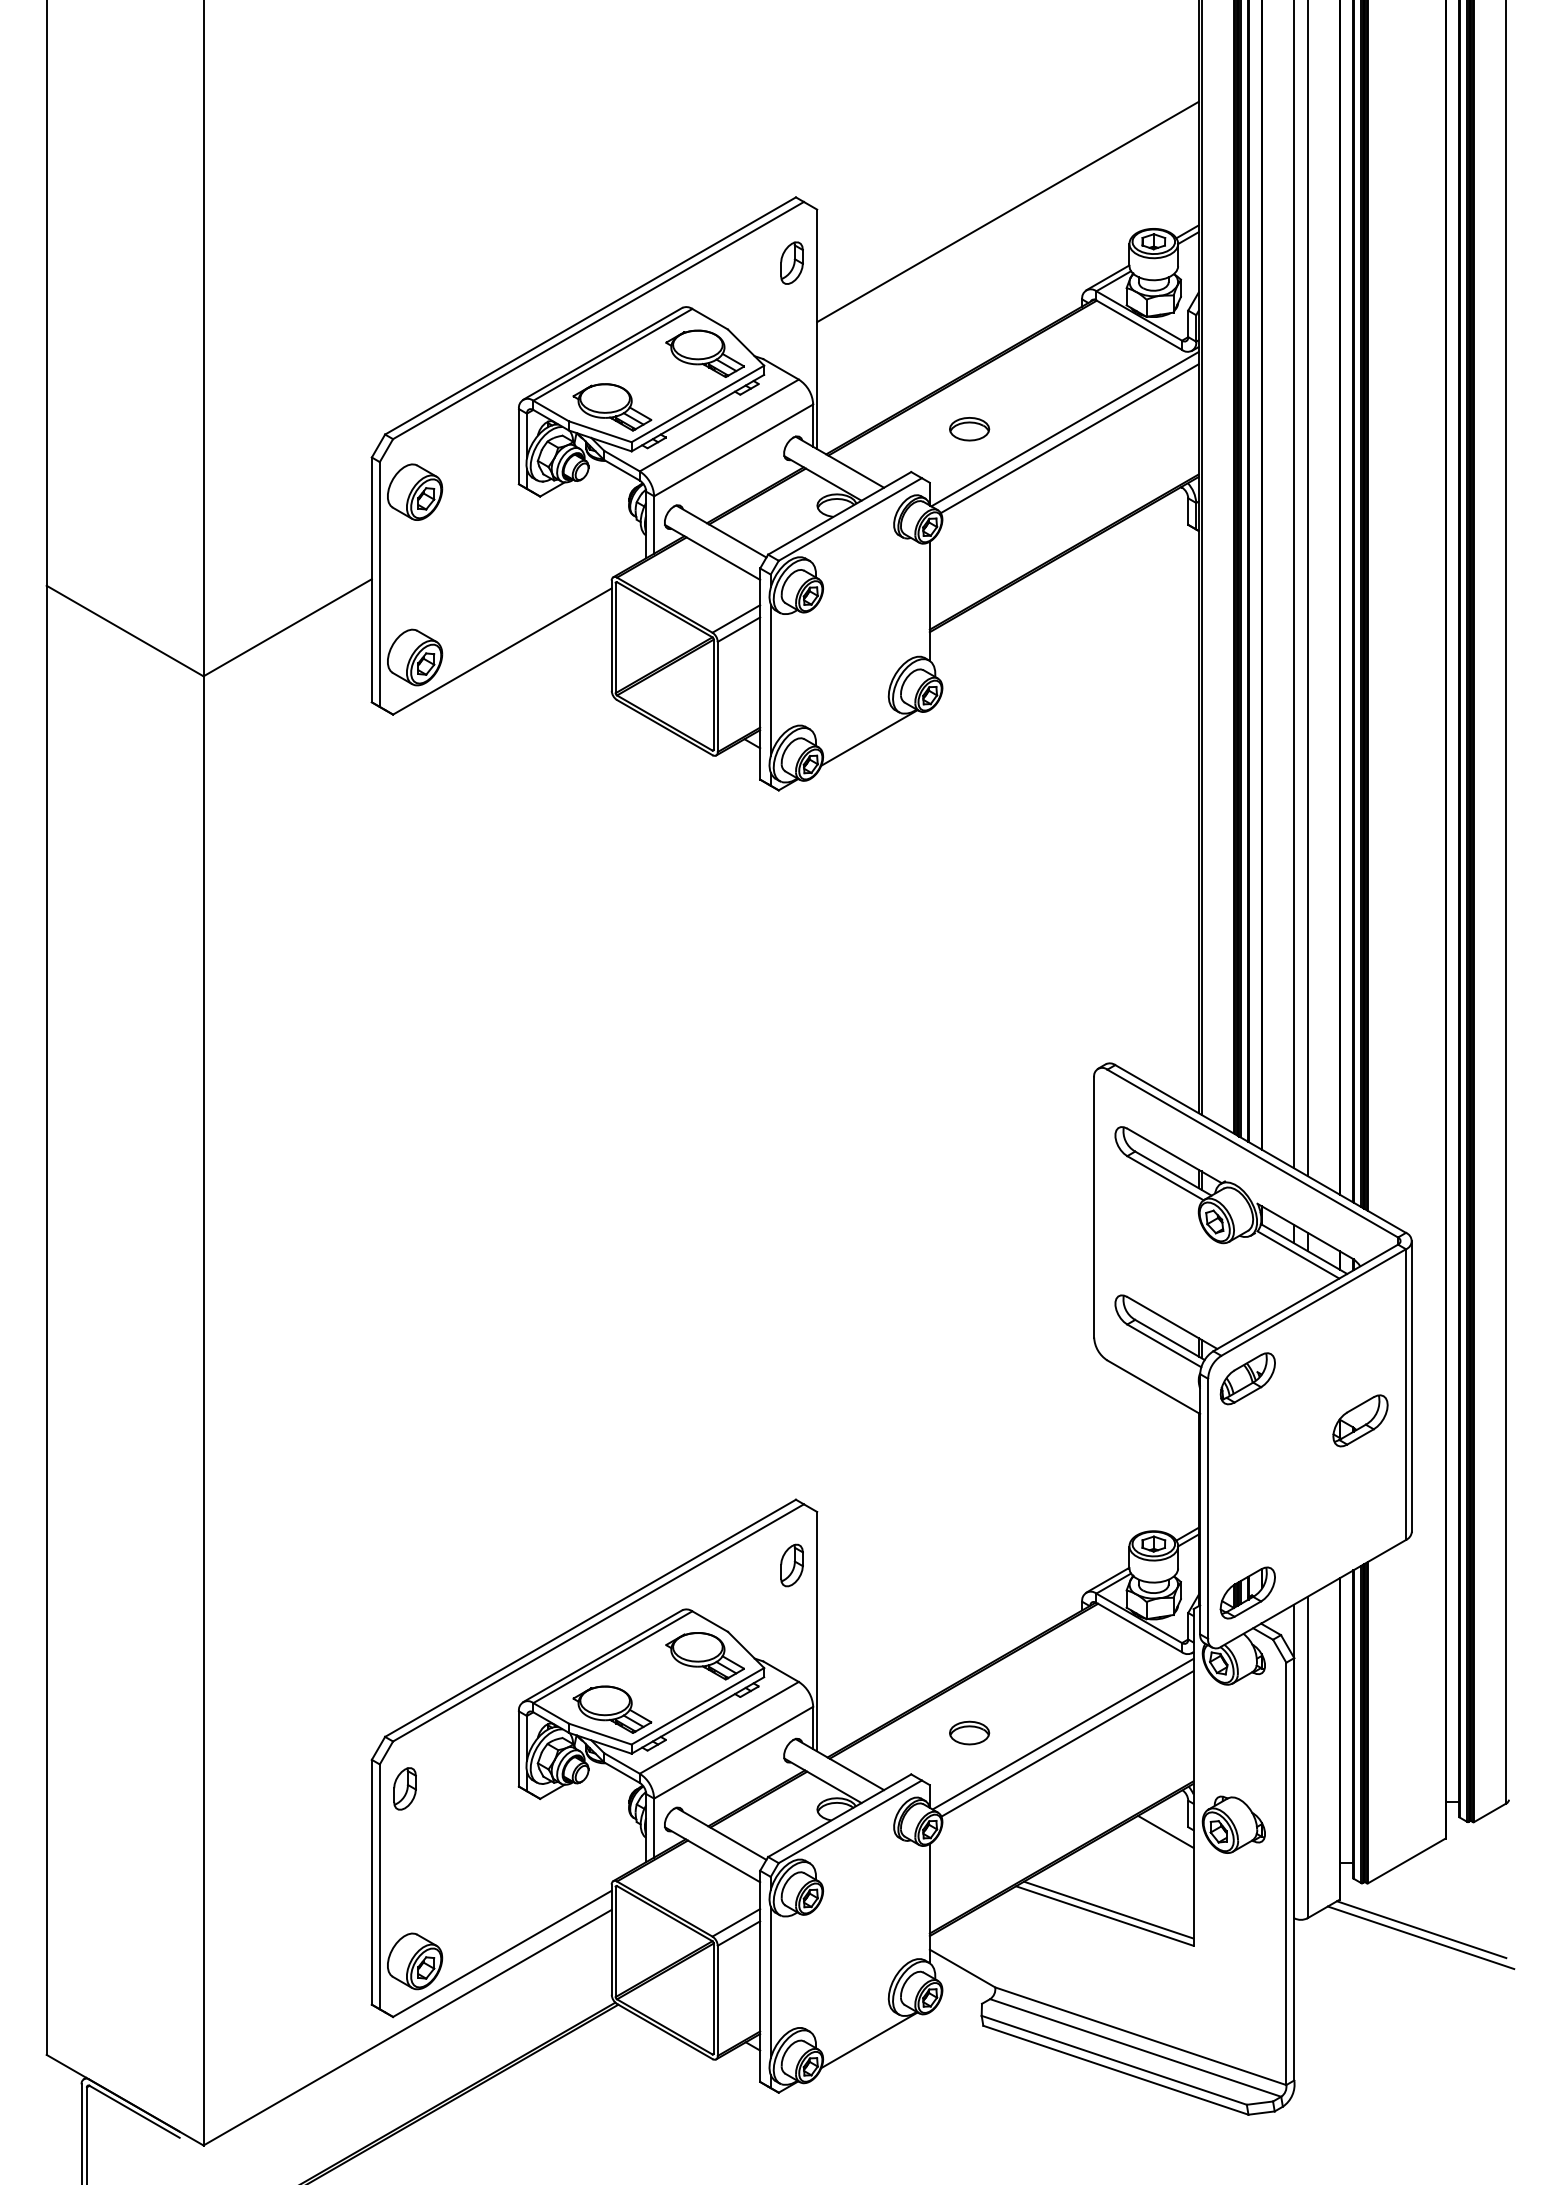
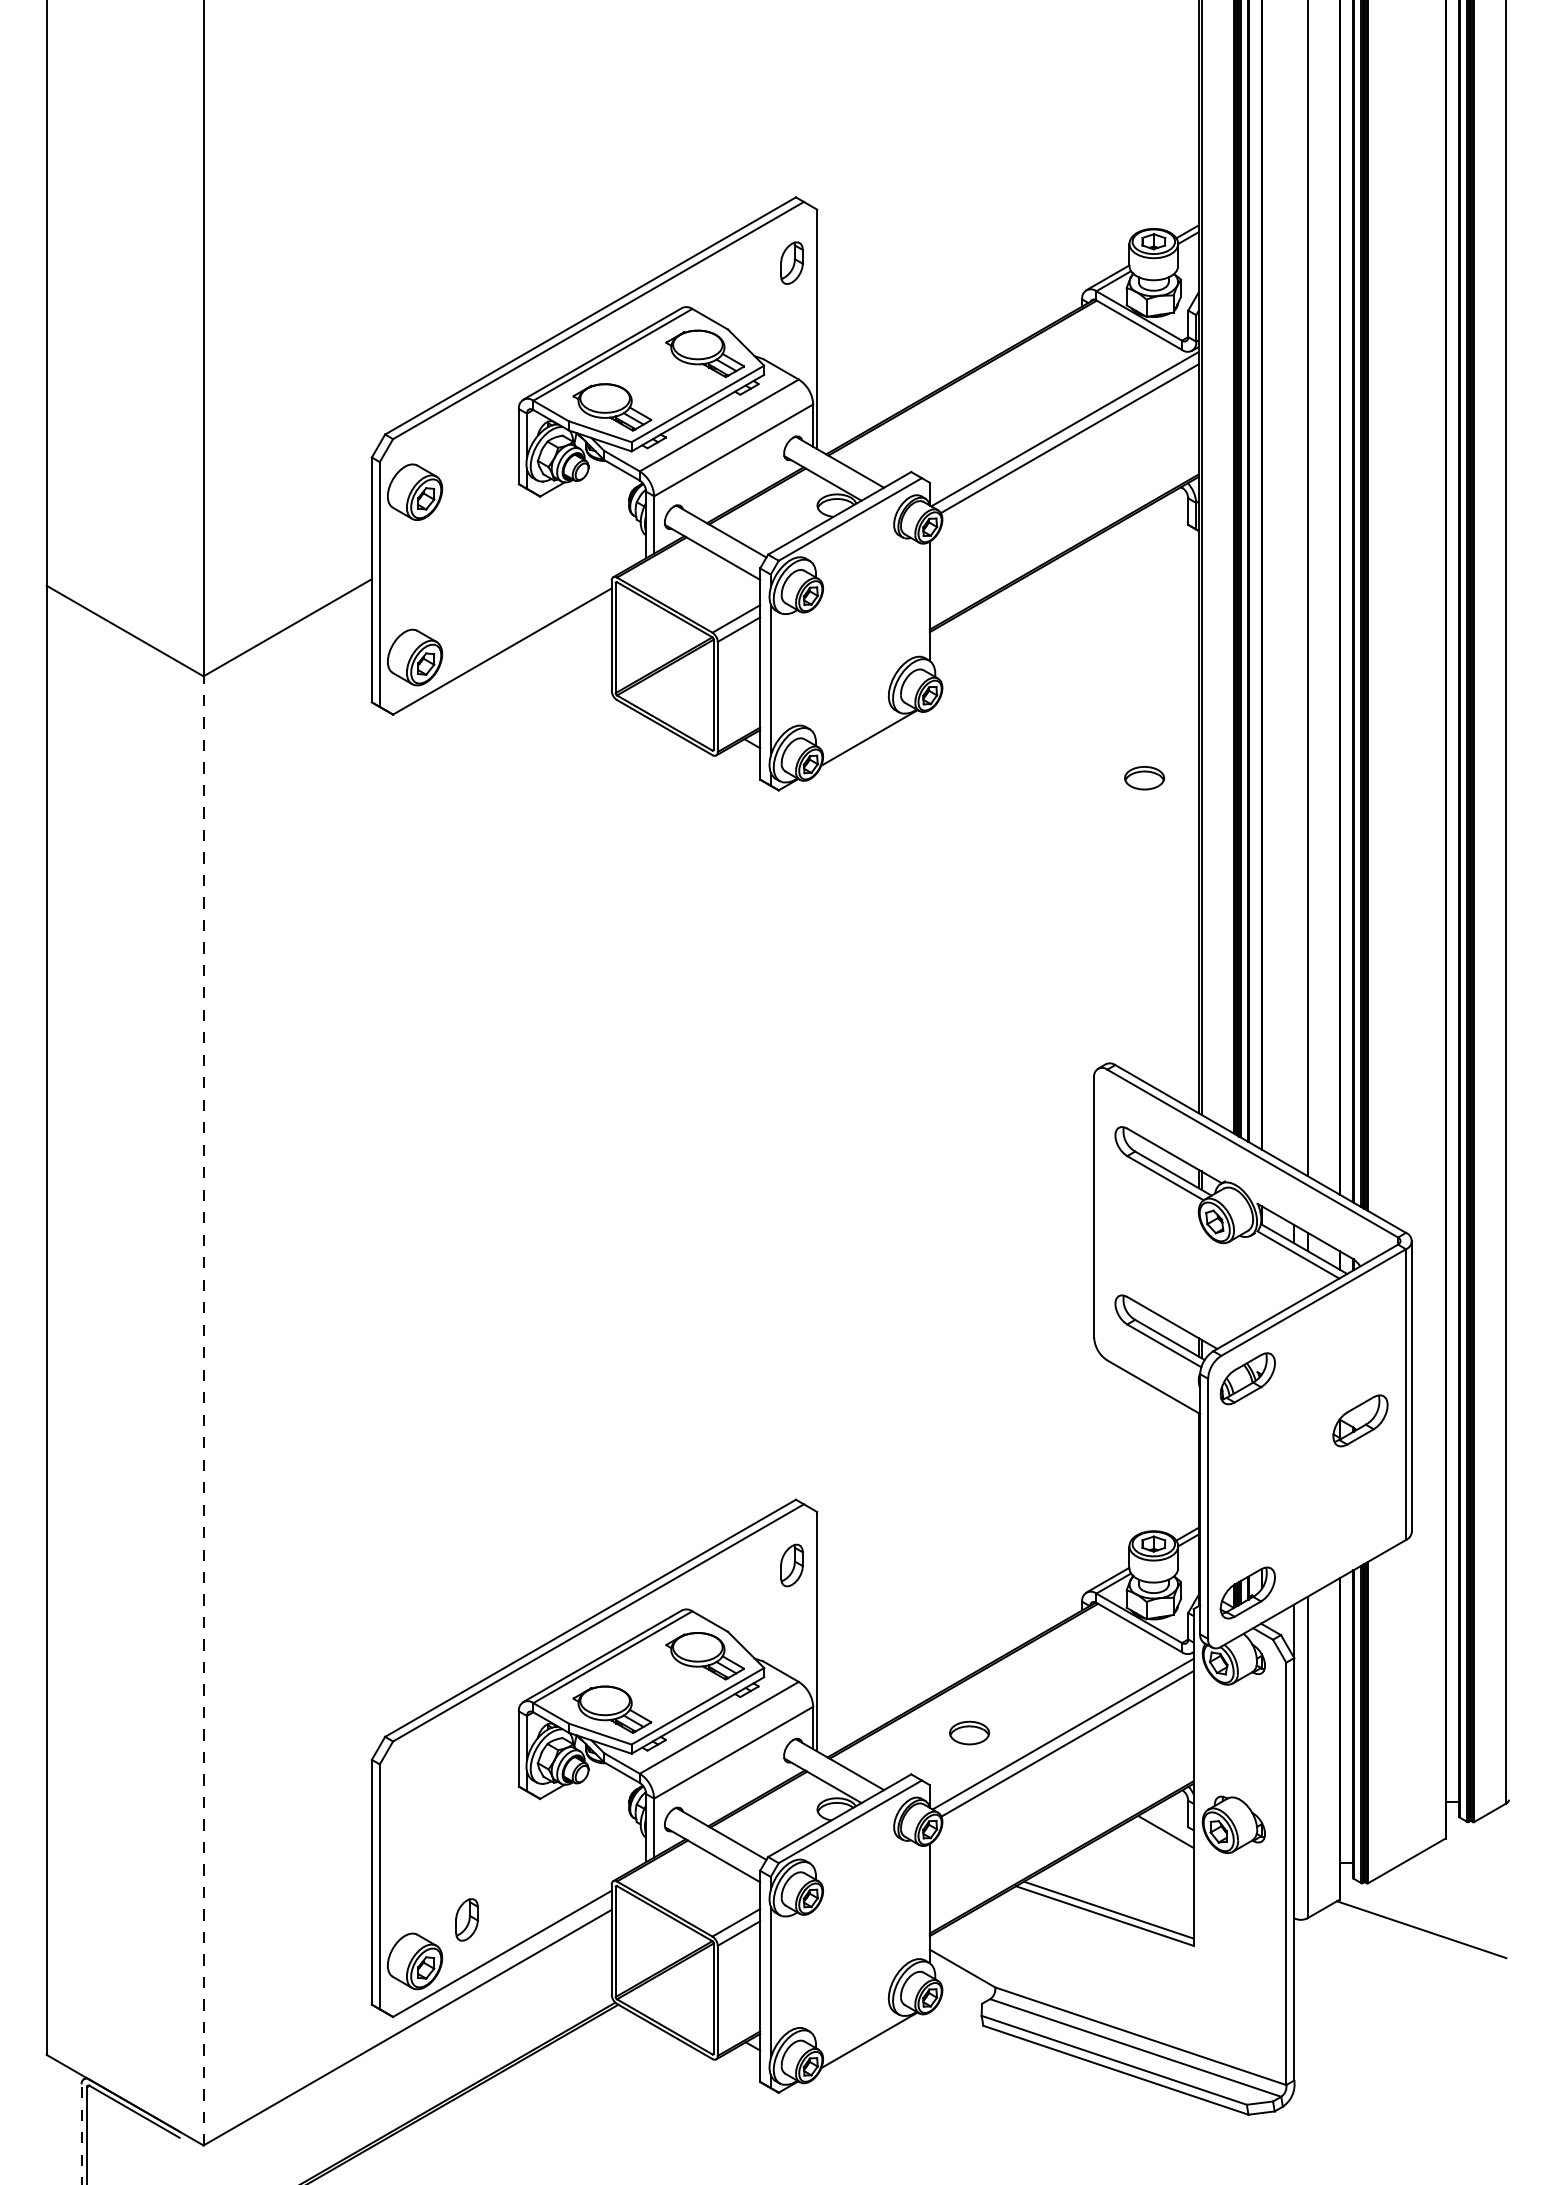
line at (1007, 211): present -> none
part at (969, 429) position: (969, 429) -> (1144, 778)
line at (1294, 585): present -> none
line at (203, 1410): solid -> dashed
part at (404, 1788) position: (404, 1788) -> (466, 1919)
line at (1420, 1937): present -> none
line at (81, 2133): solid -> dashed
